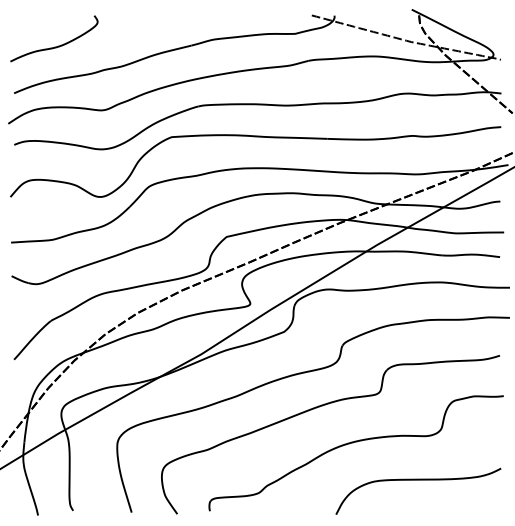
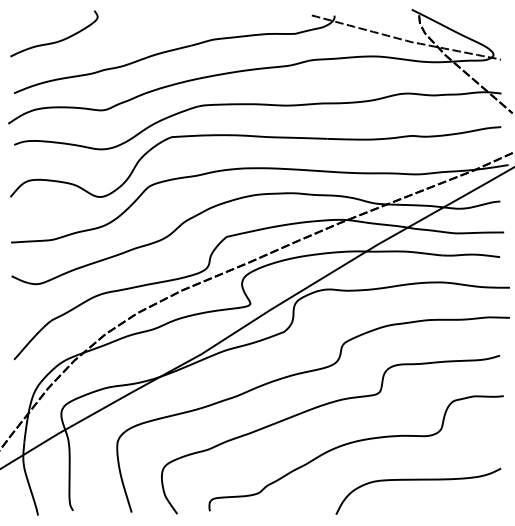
curve at (54, 46) position: (54, 46) -> (54, 41)
